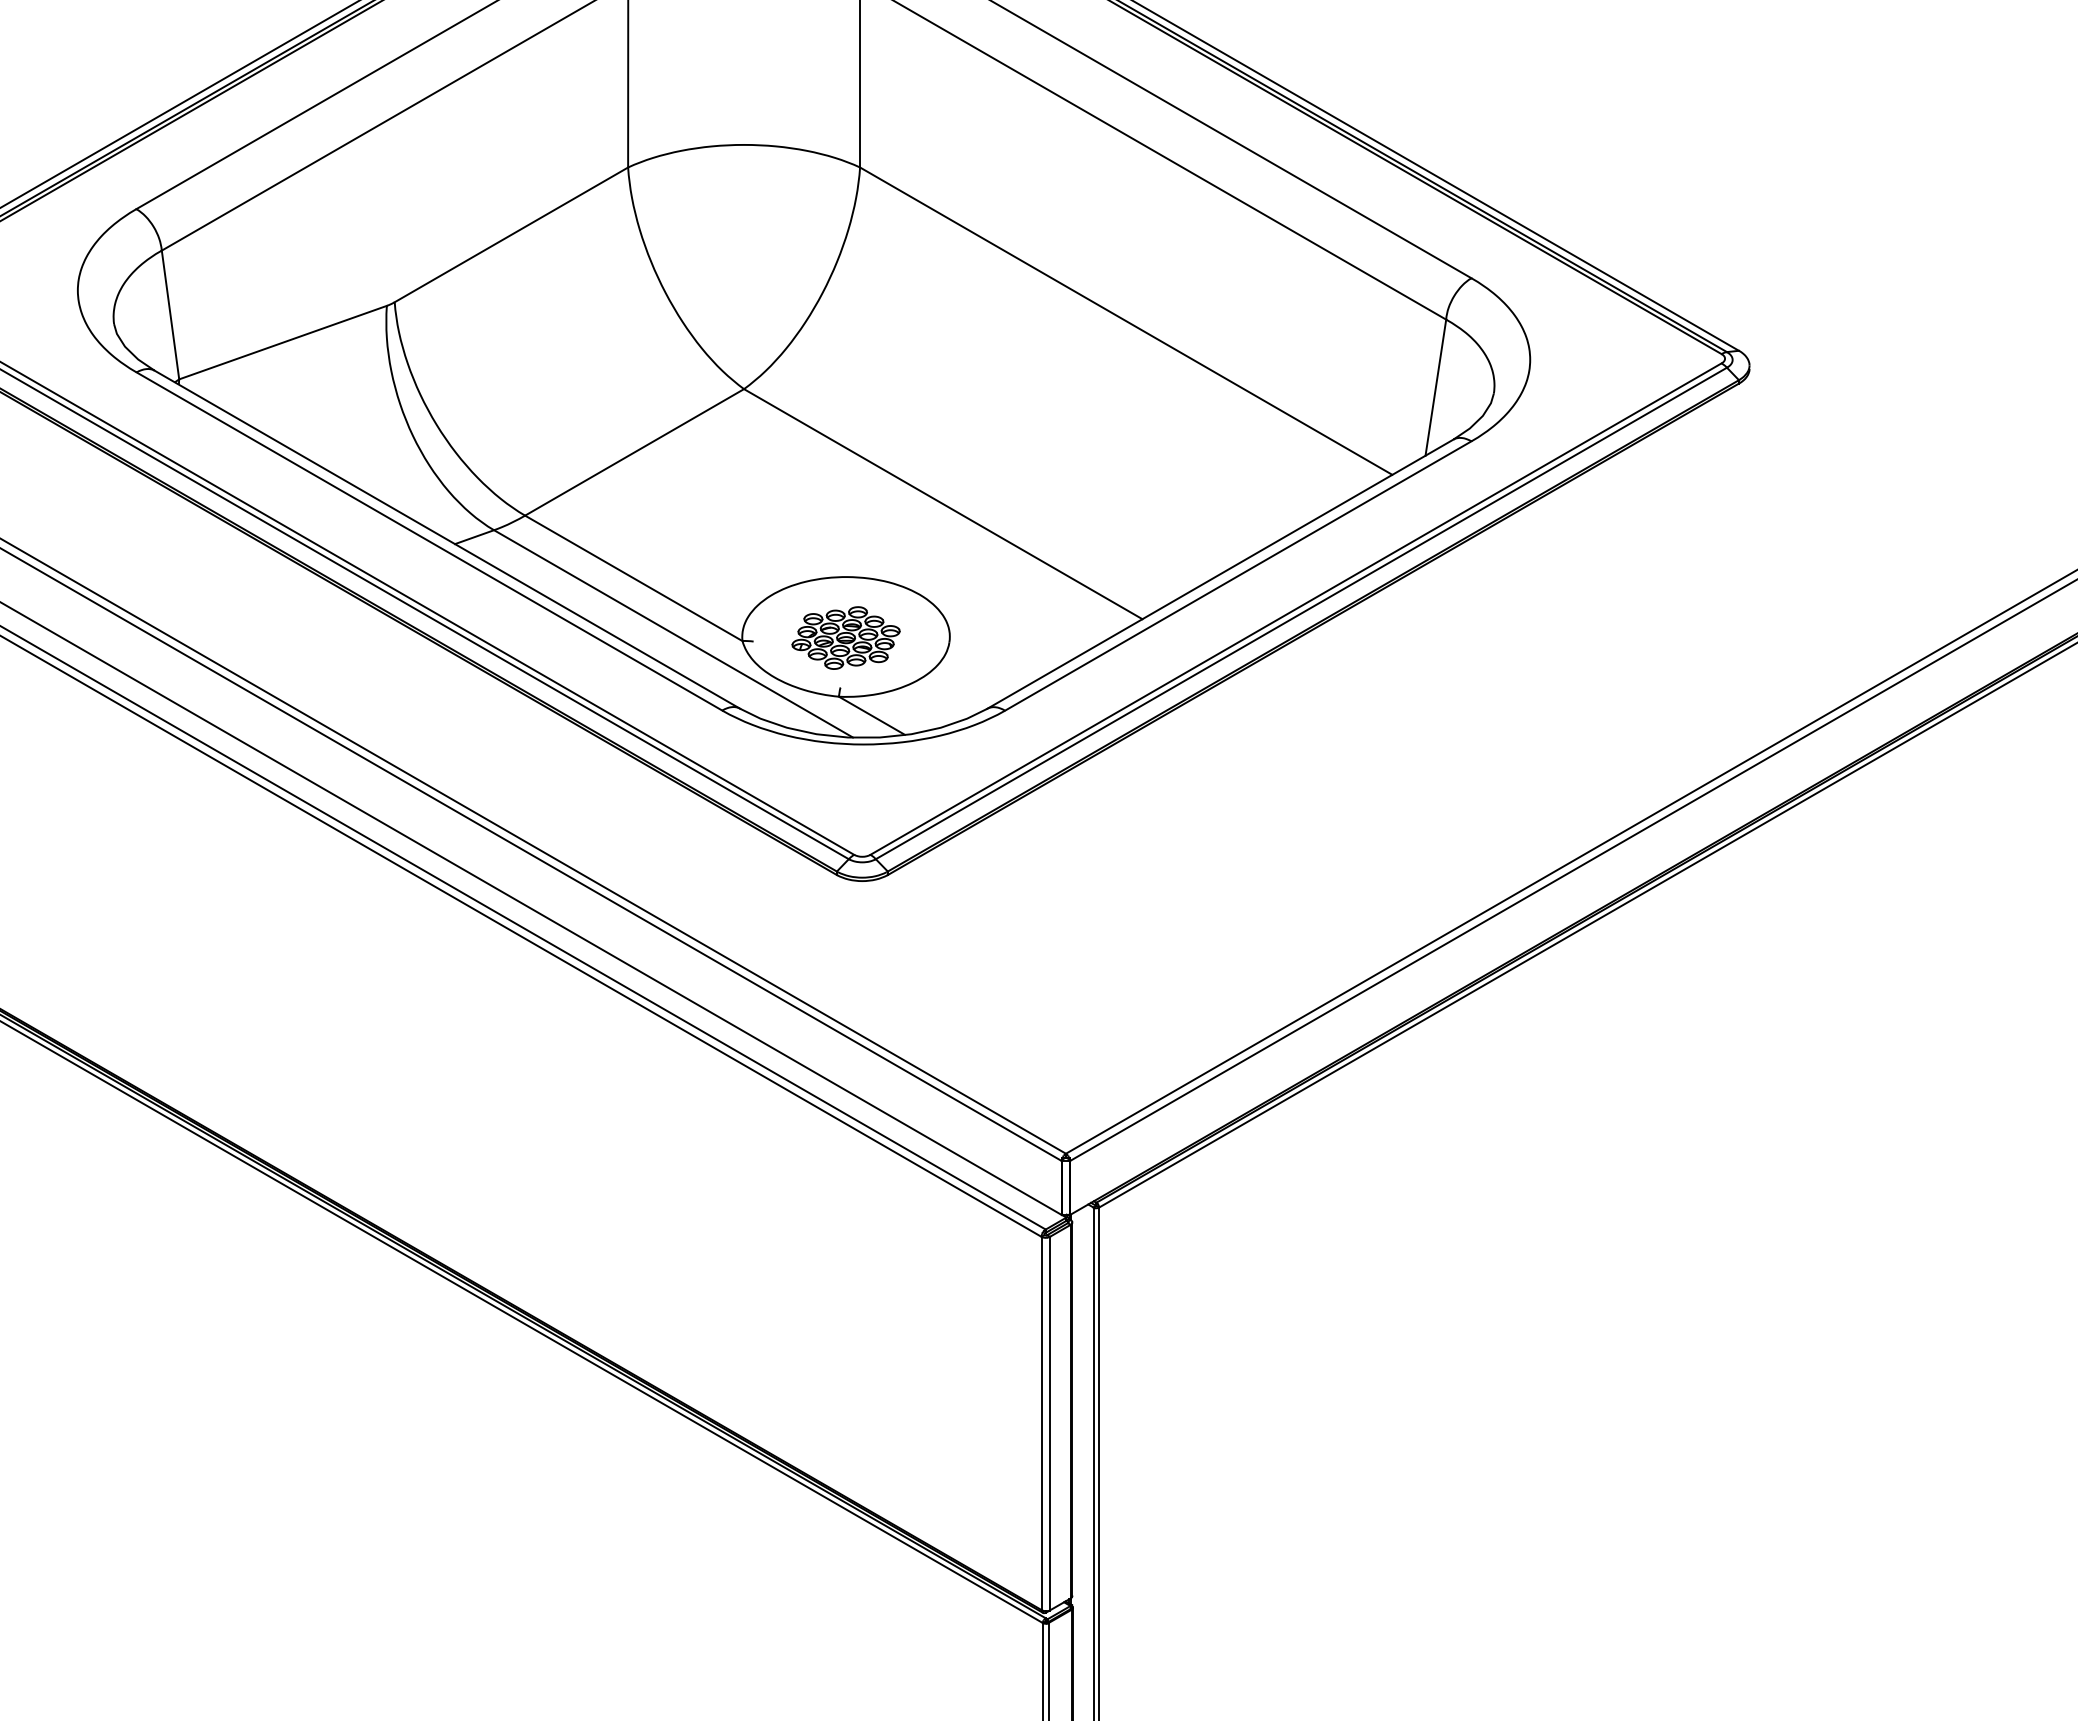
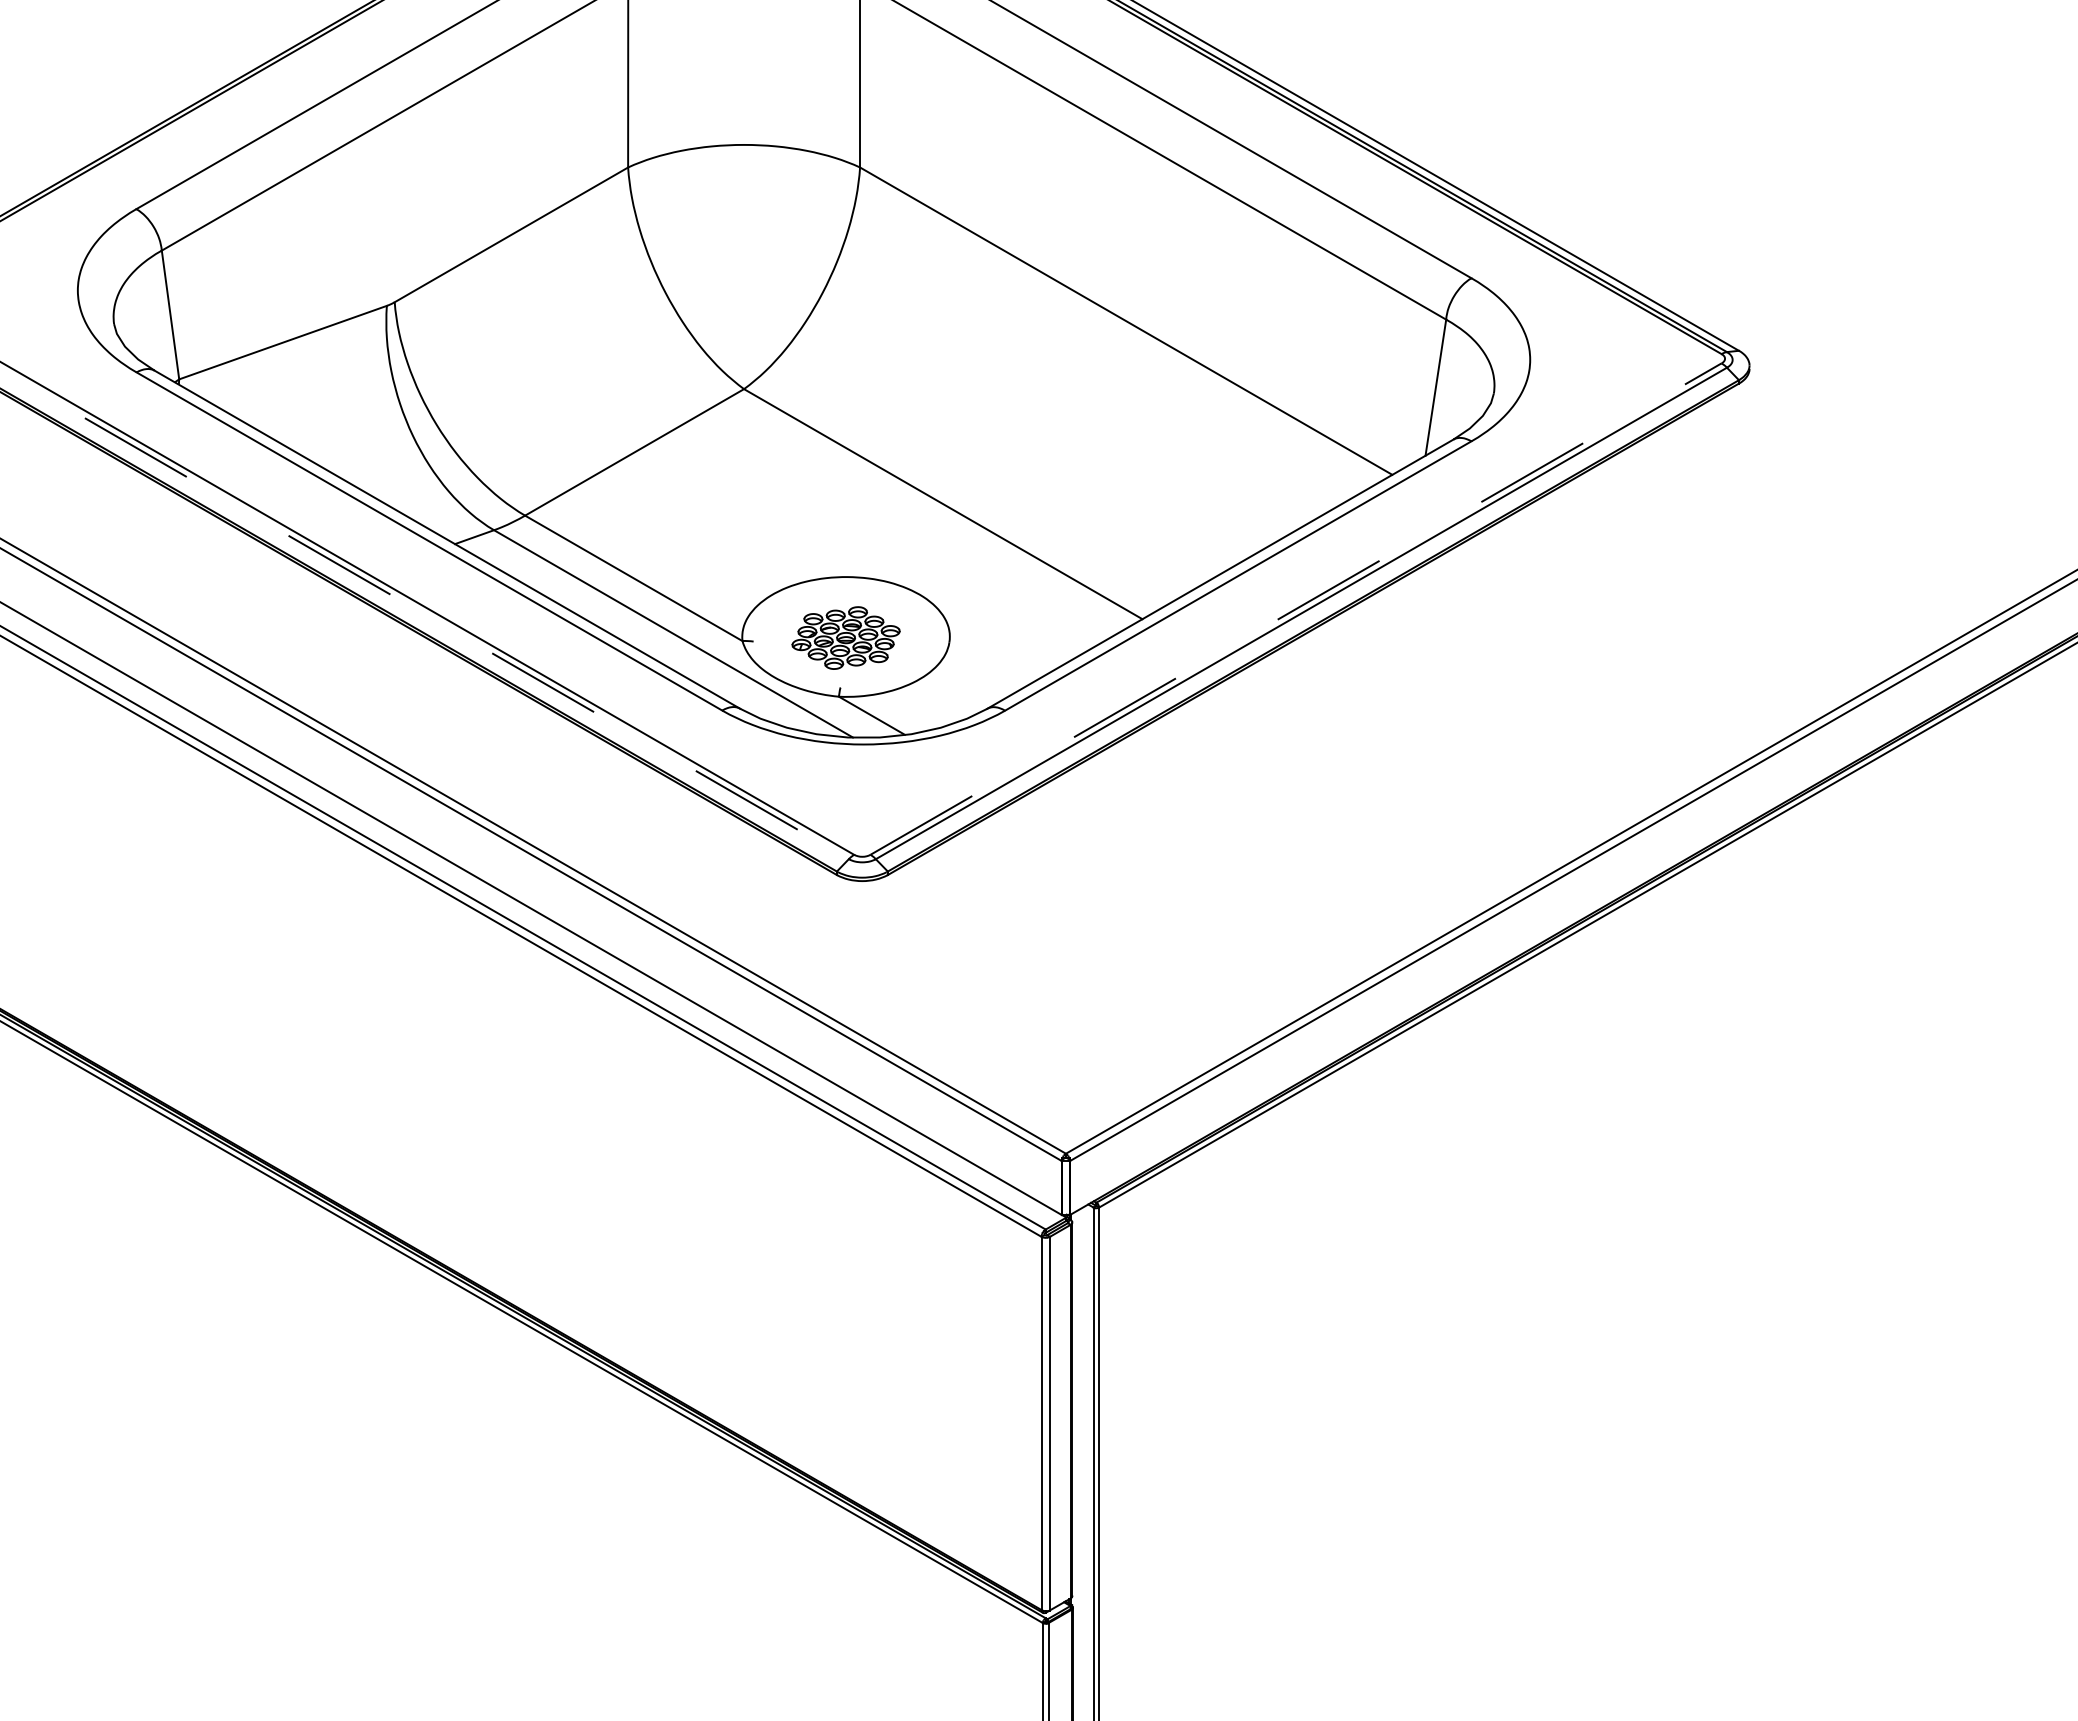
line at (179, 104): present -> none
line at (1296, 608): solid -> dashed
line at (424, 614): solid -> dashed
